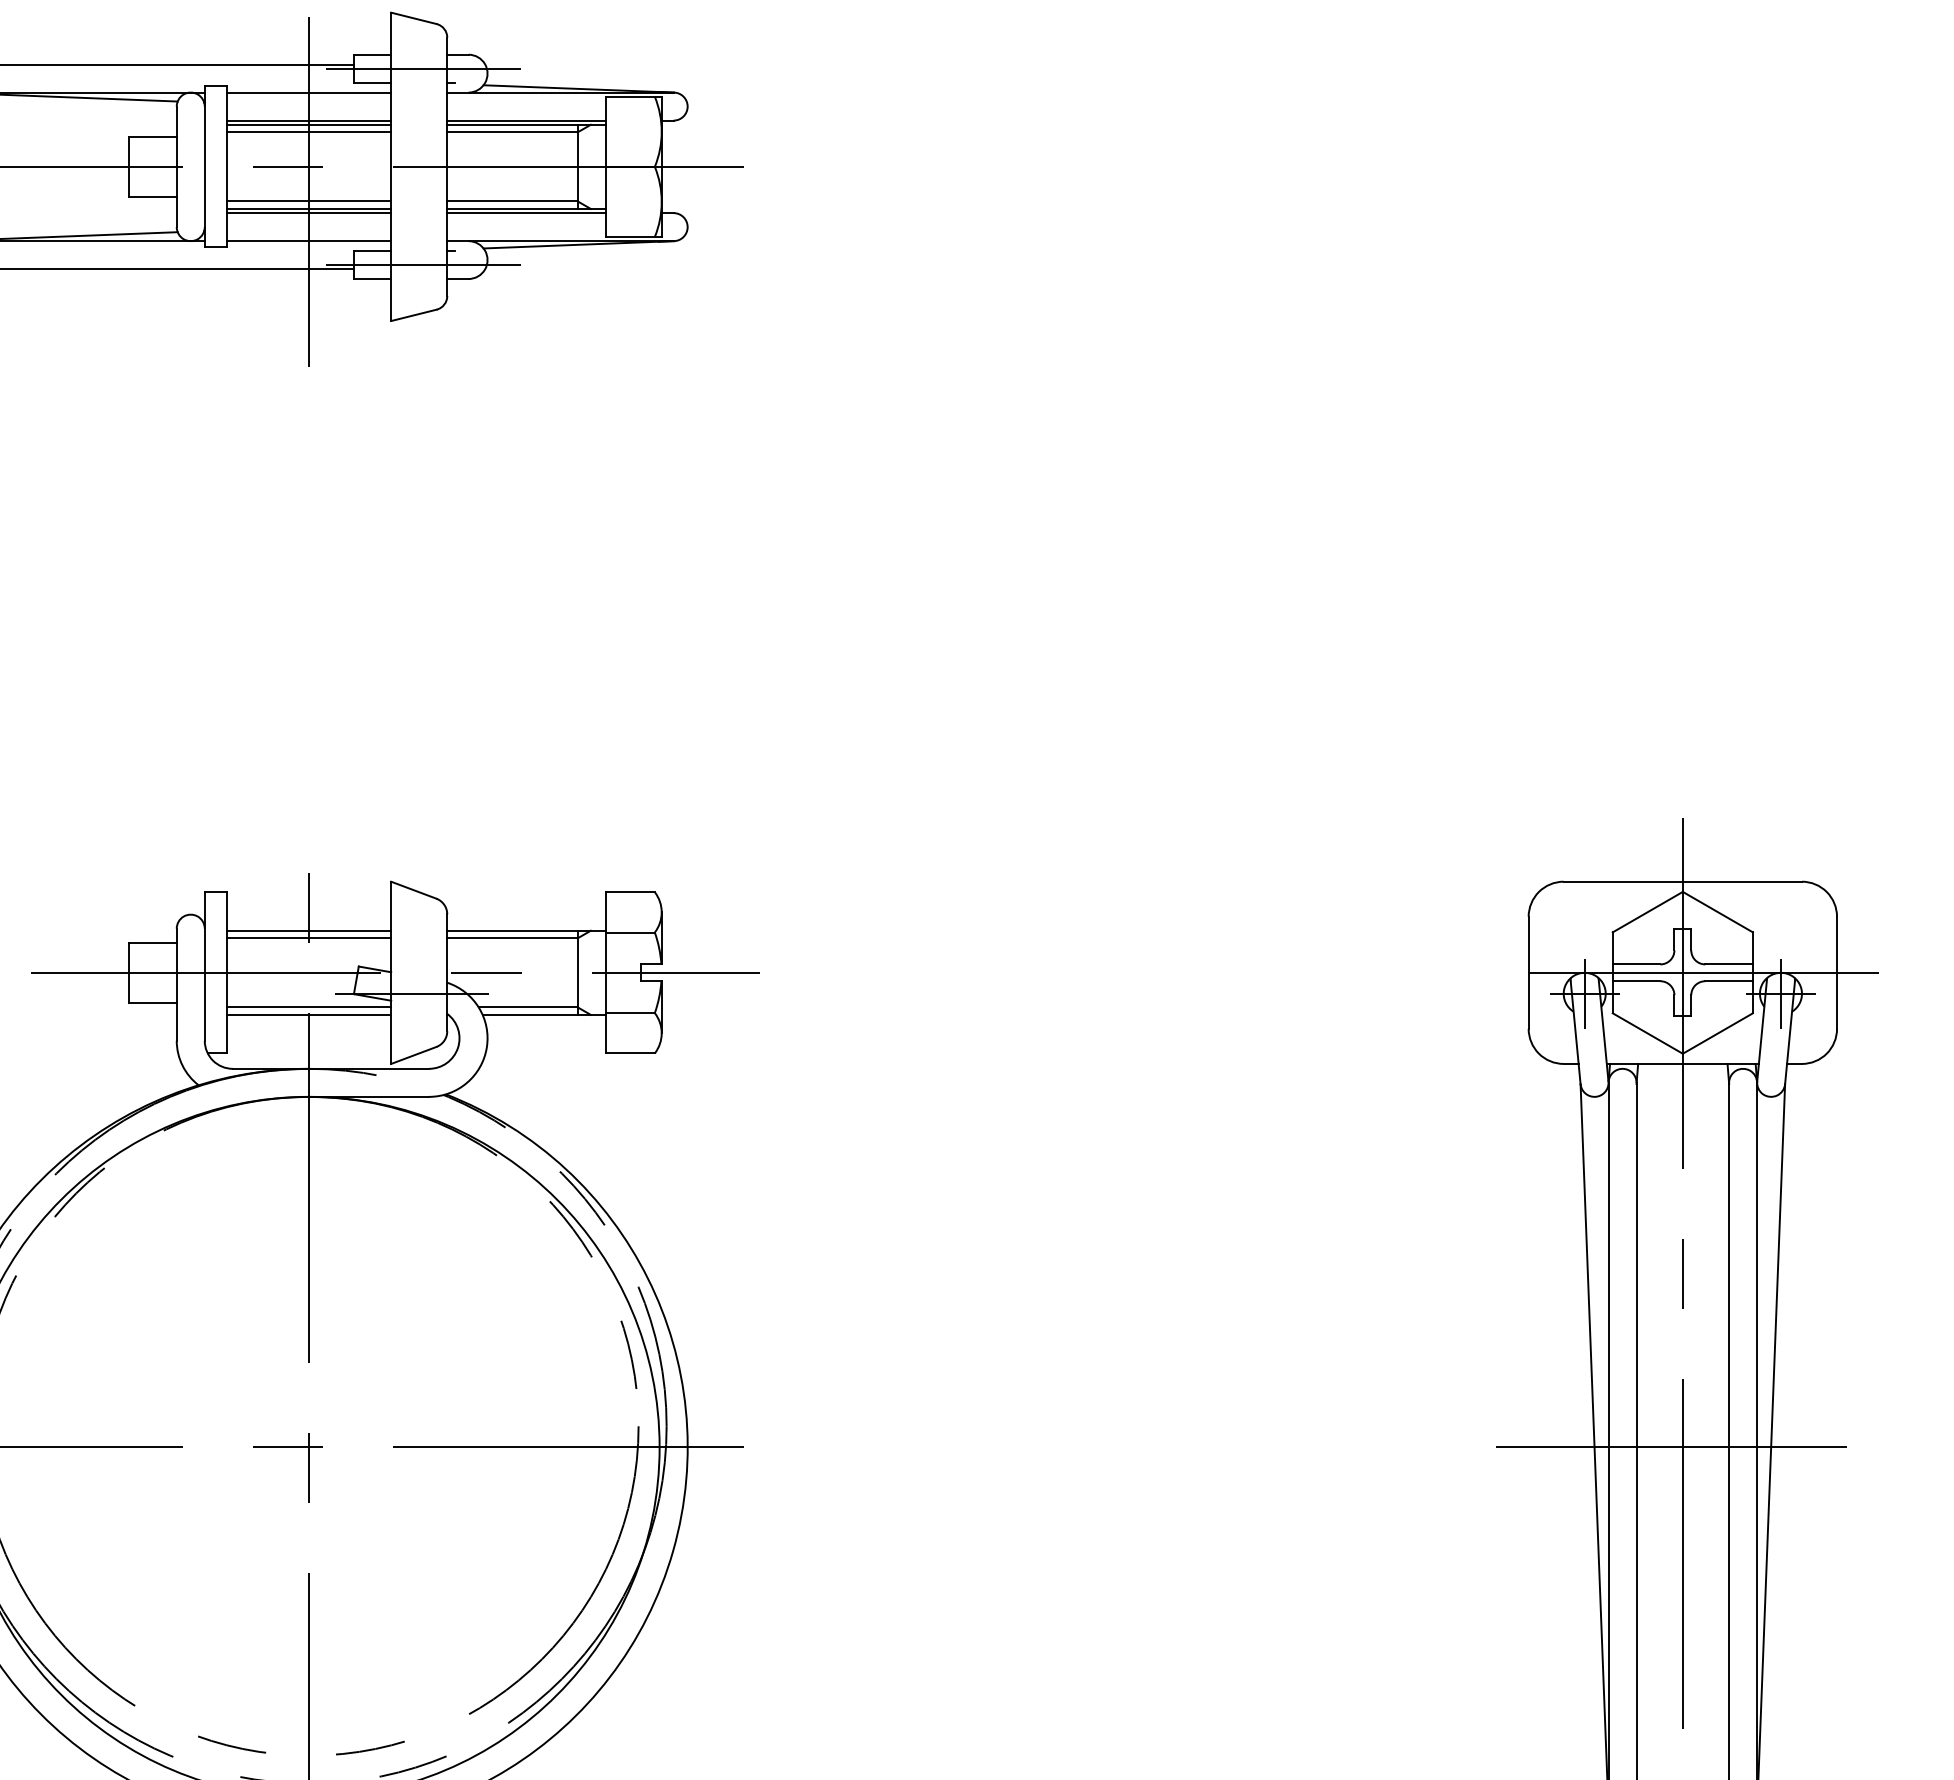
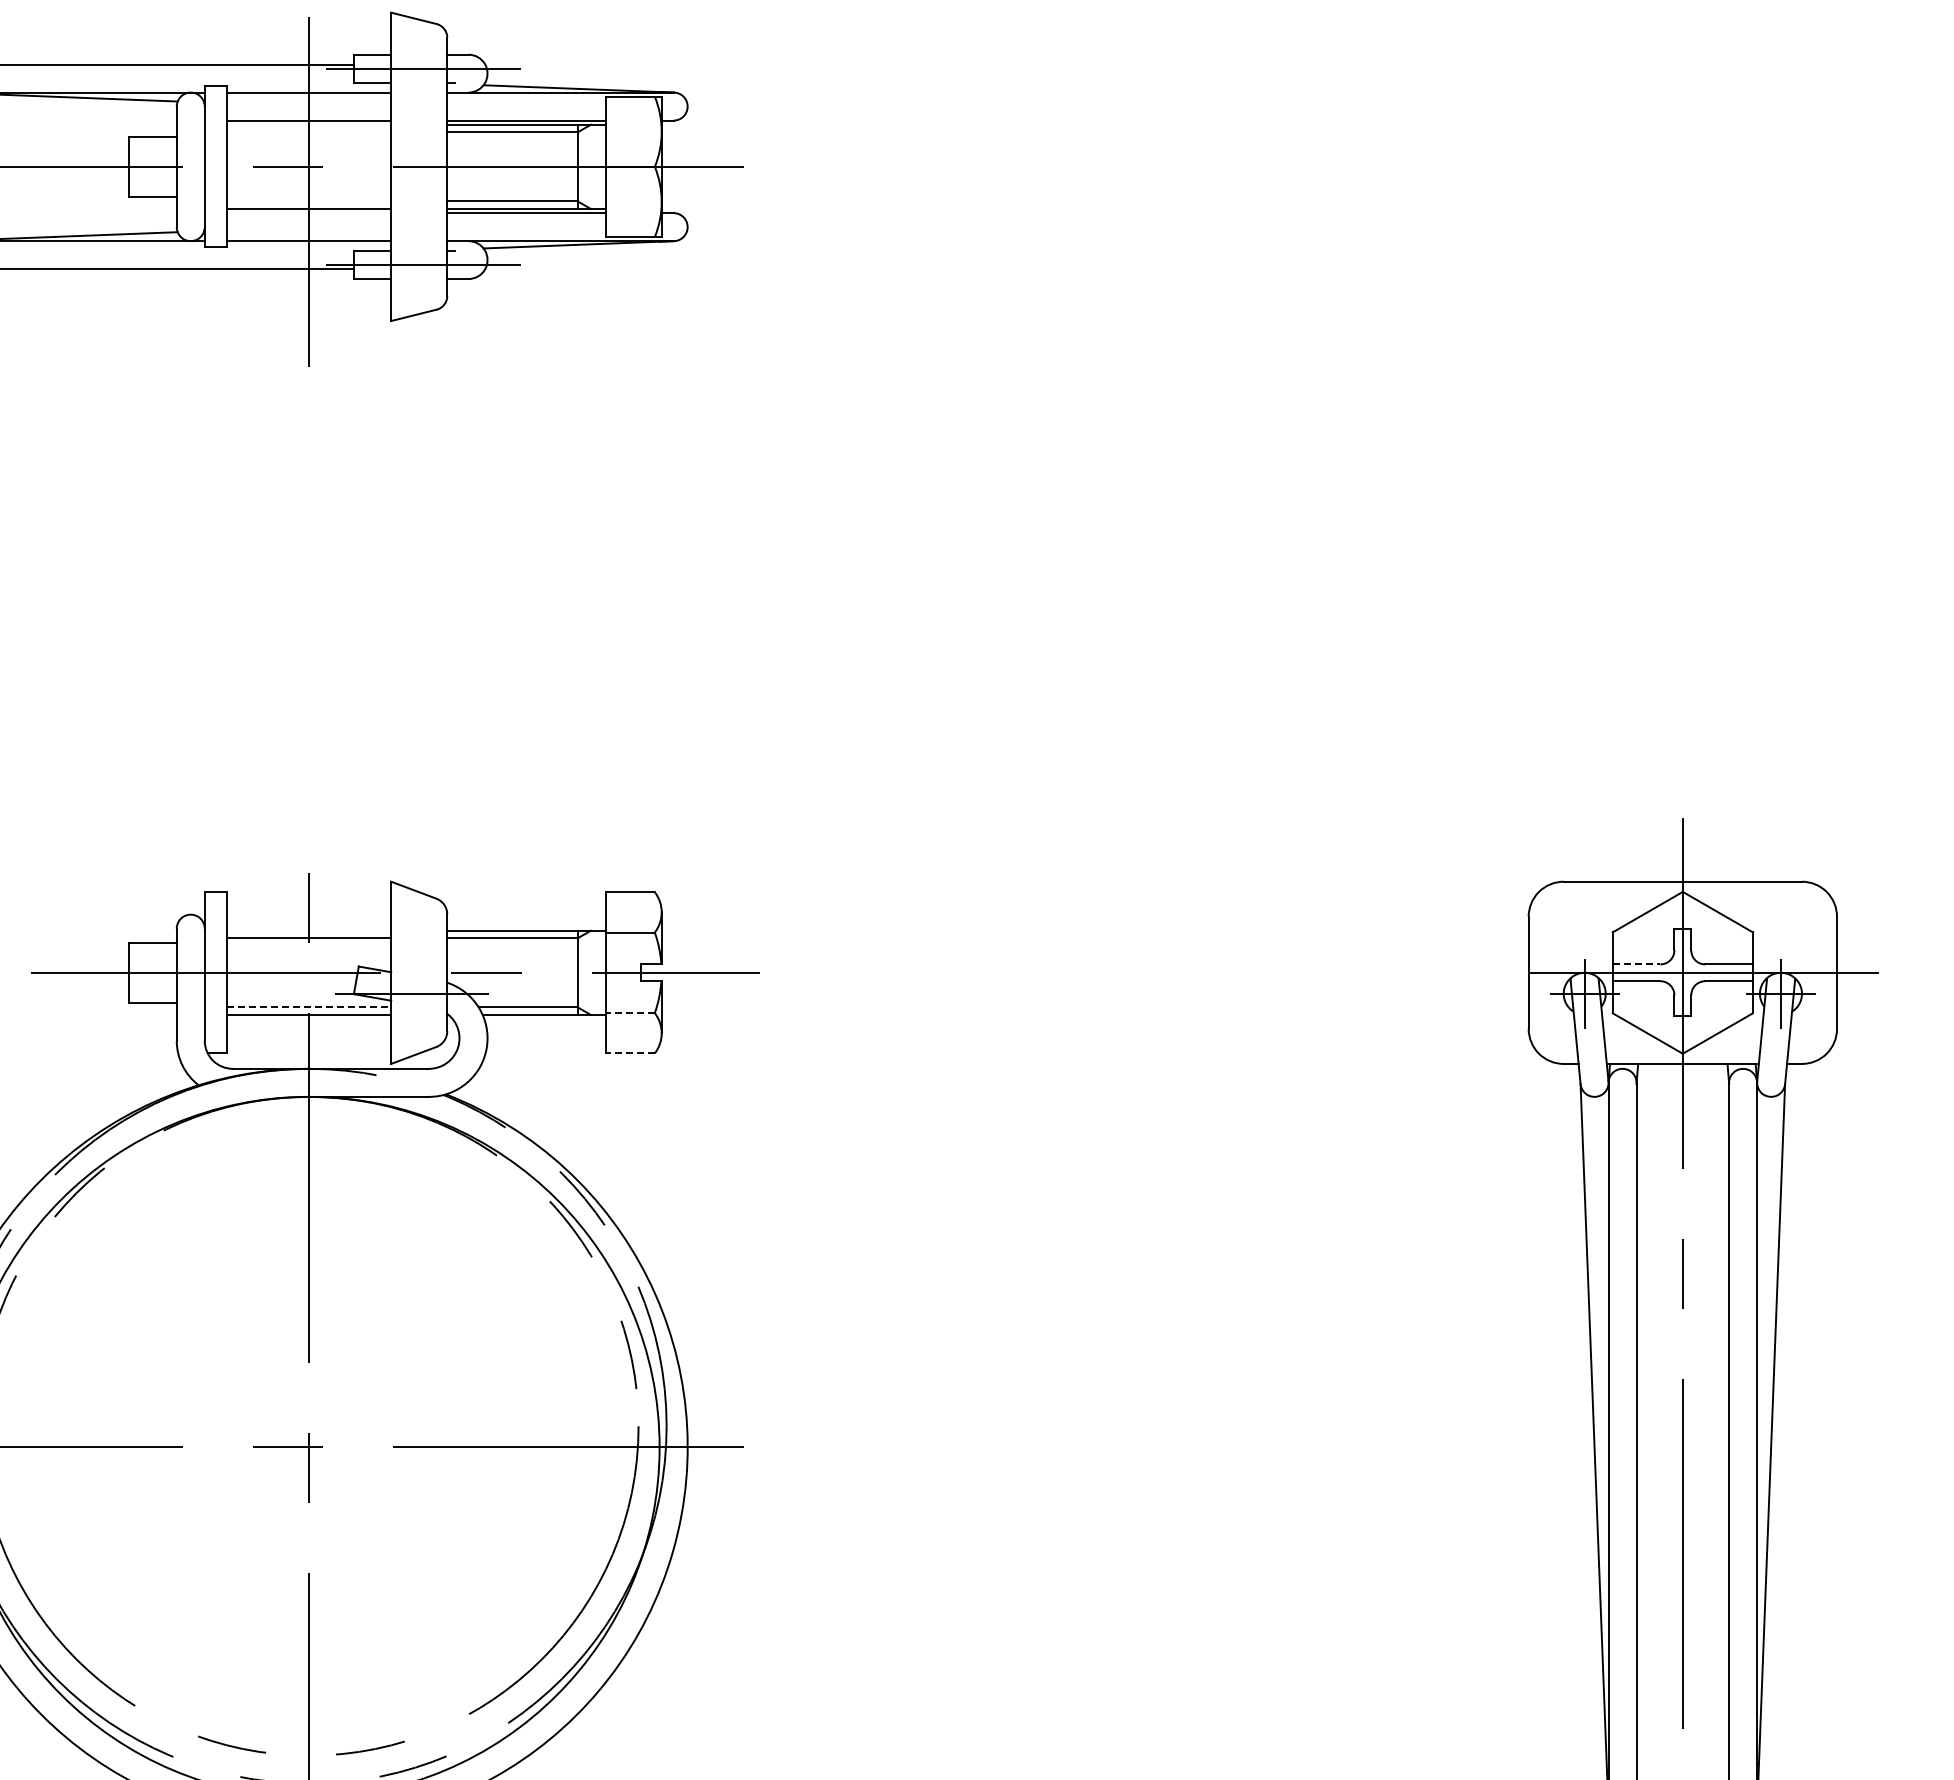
line at (309, 124): present -> none
line at (309, 132): present -> none
line at (309, 201): present -> none
line at (309, 213): present -> none
line at (309, 930): present -> none
line at (1636, 964): solid -> dashed
line at (309, 1007): solid -> dashed
line at (630, 1013): solid -> dashed
line at (630, 1053): solid -> dashed
line at (1682, 1447): present -> none
